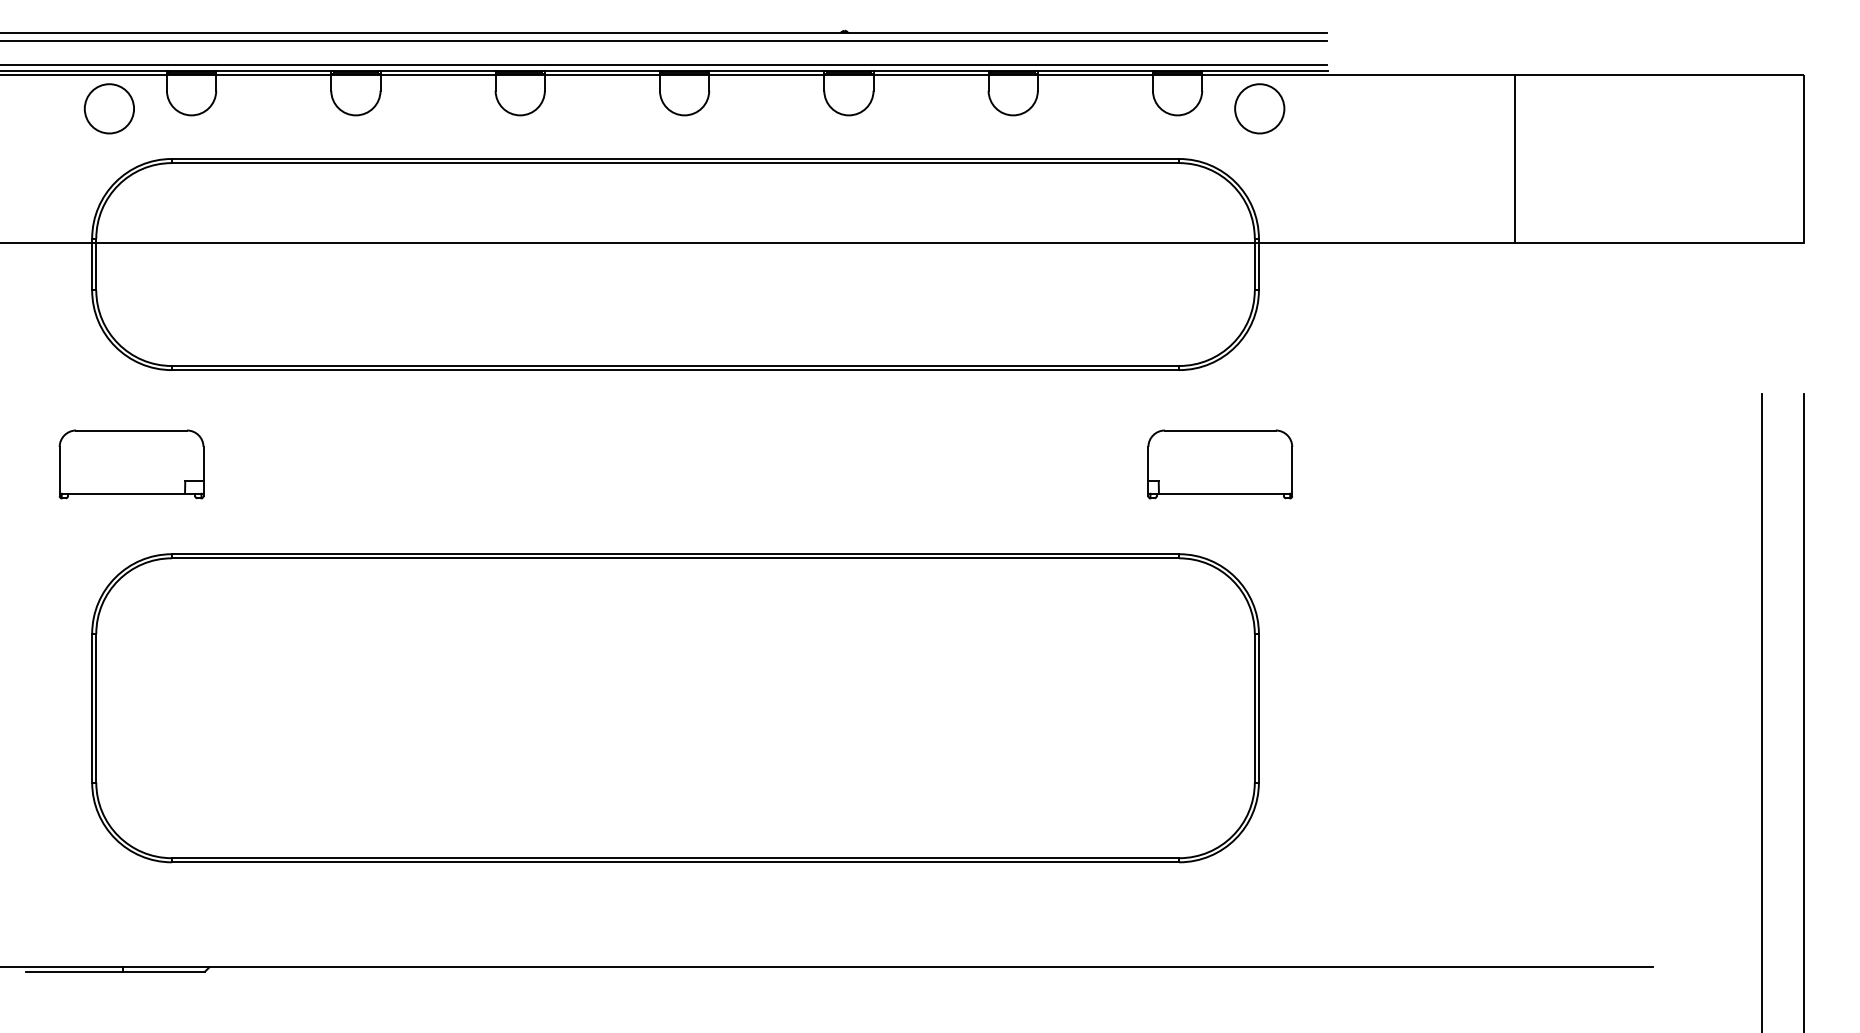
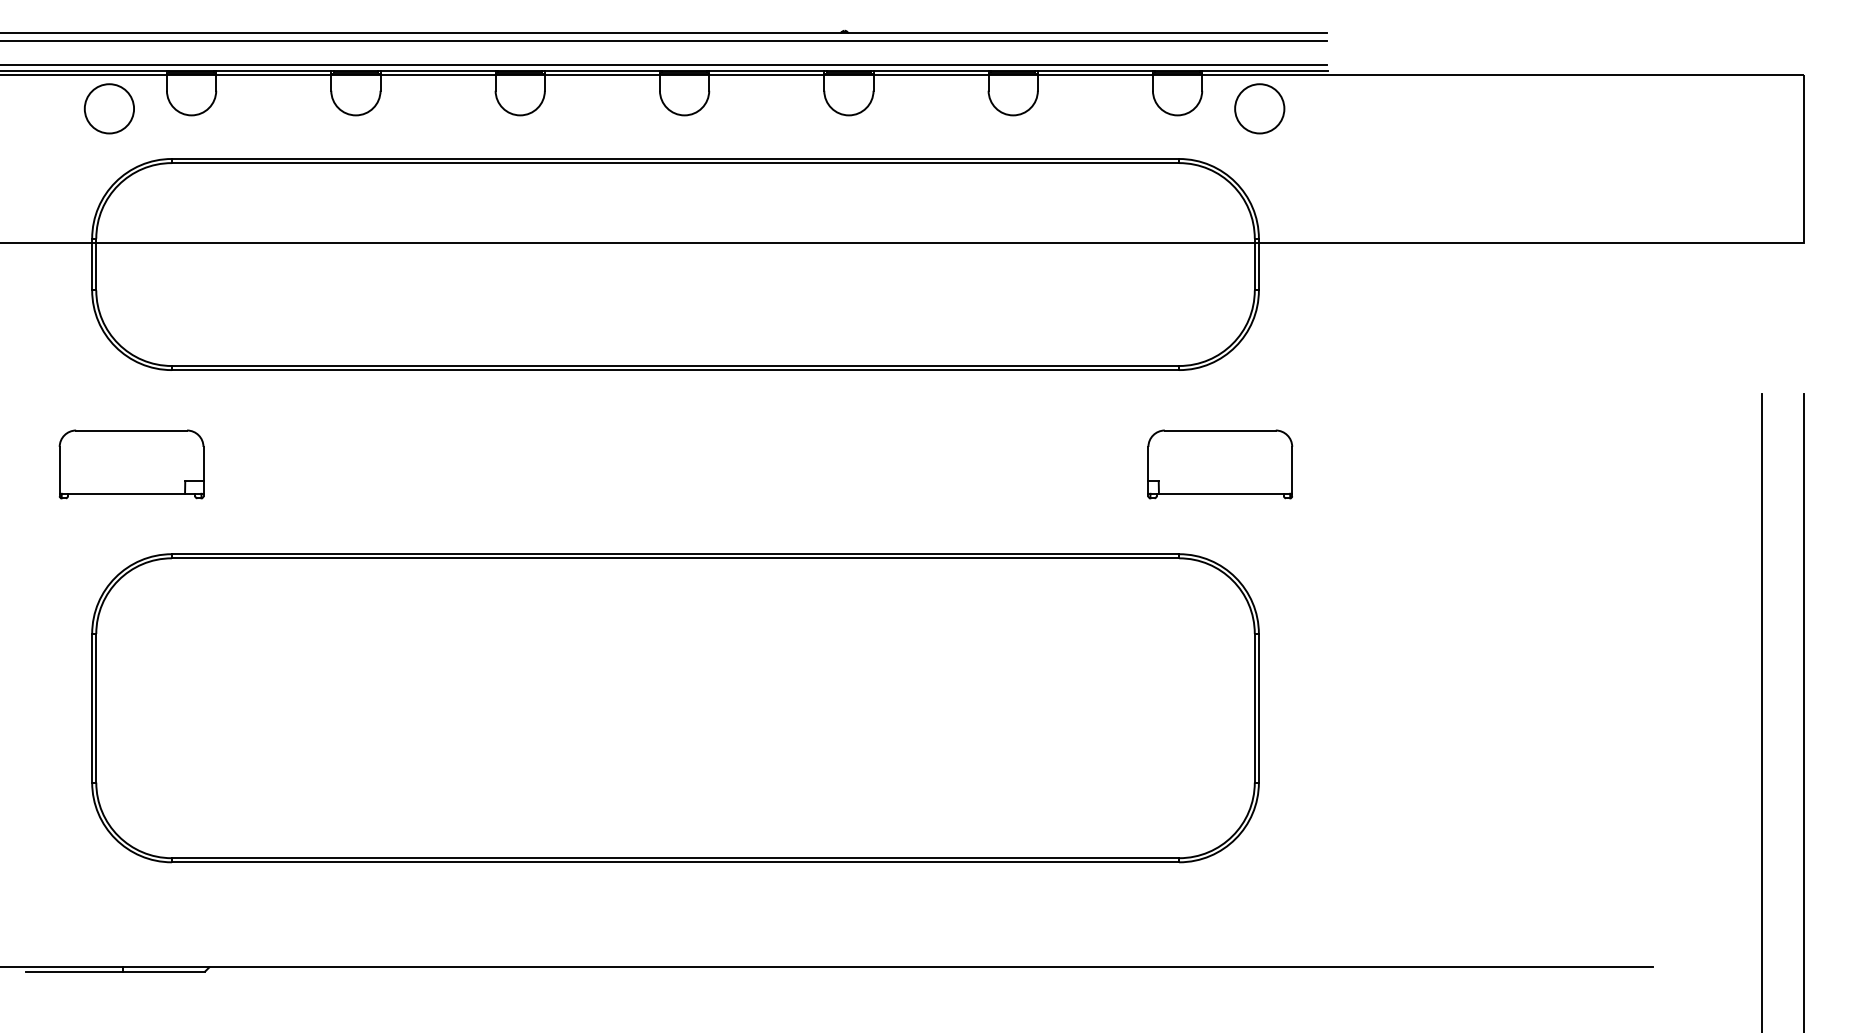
line at (1514, 159): present -> none
